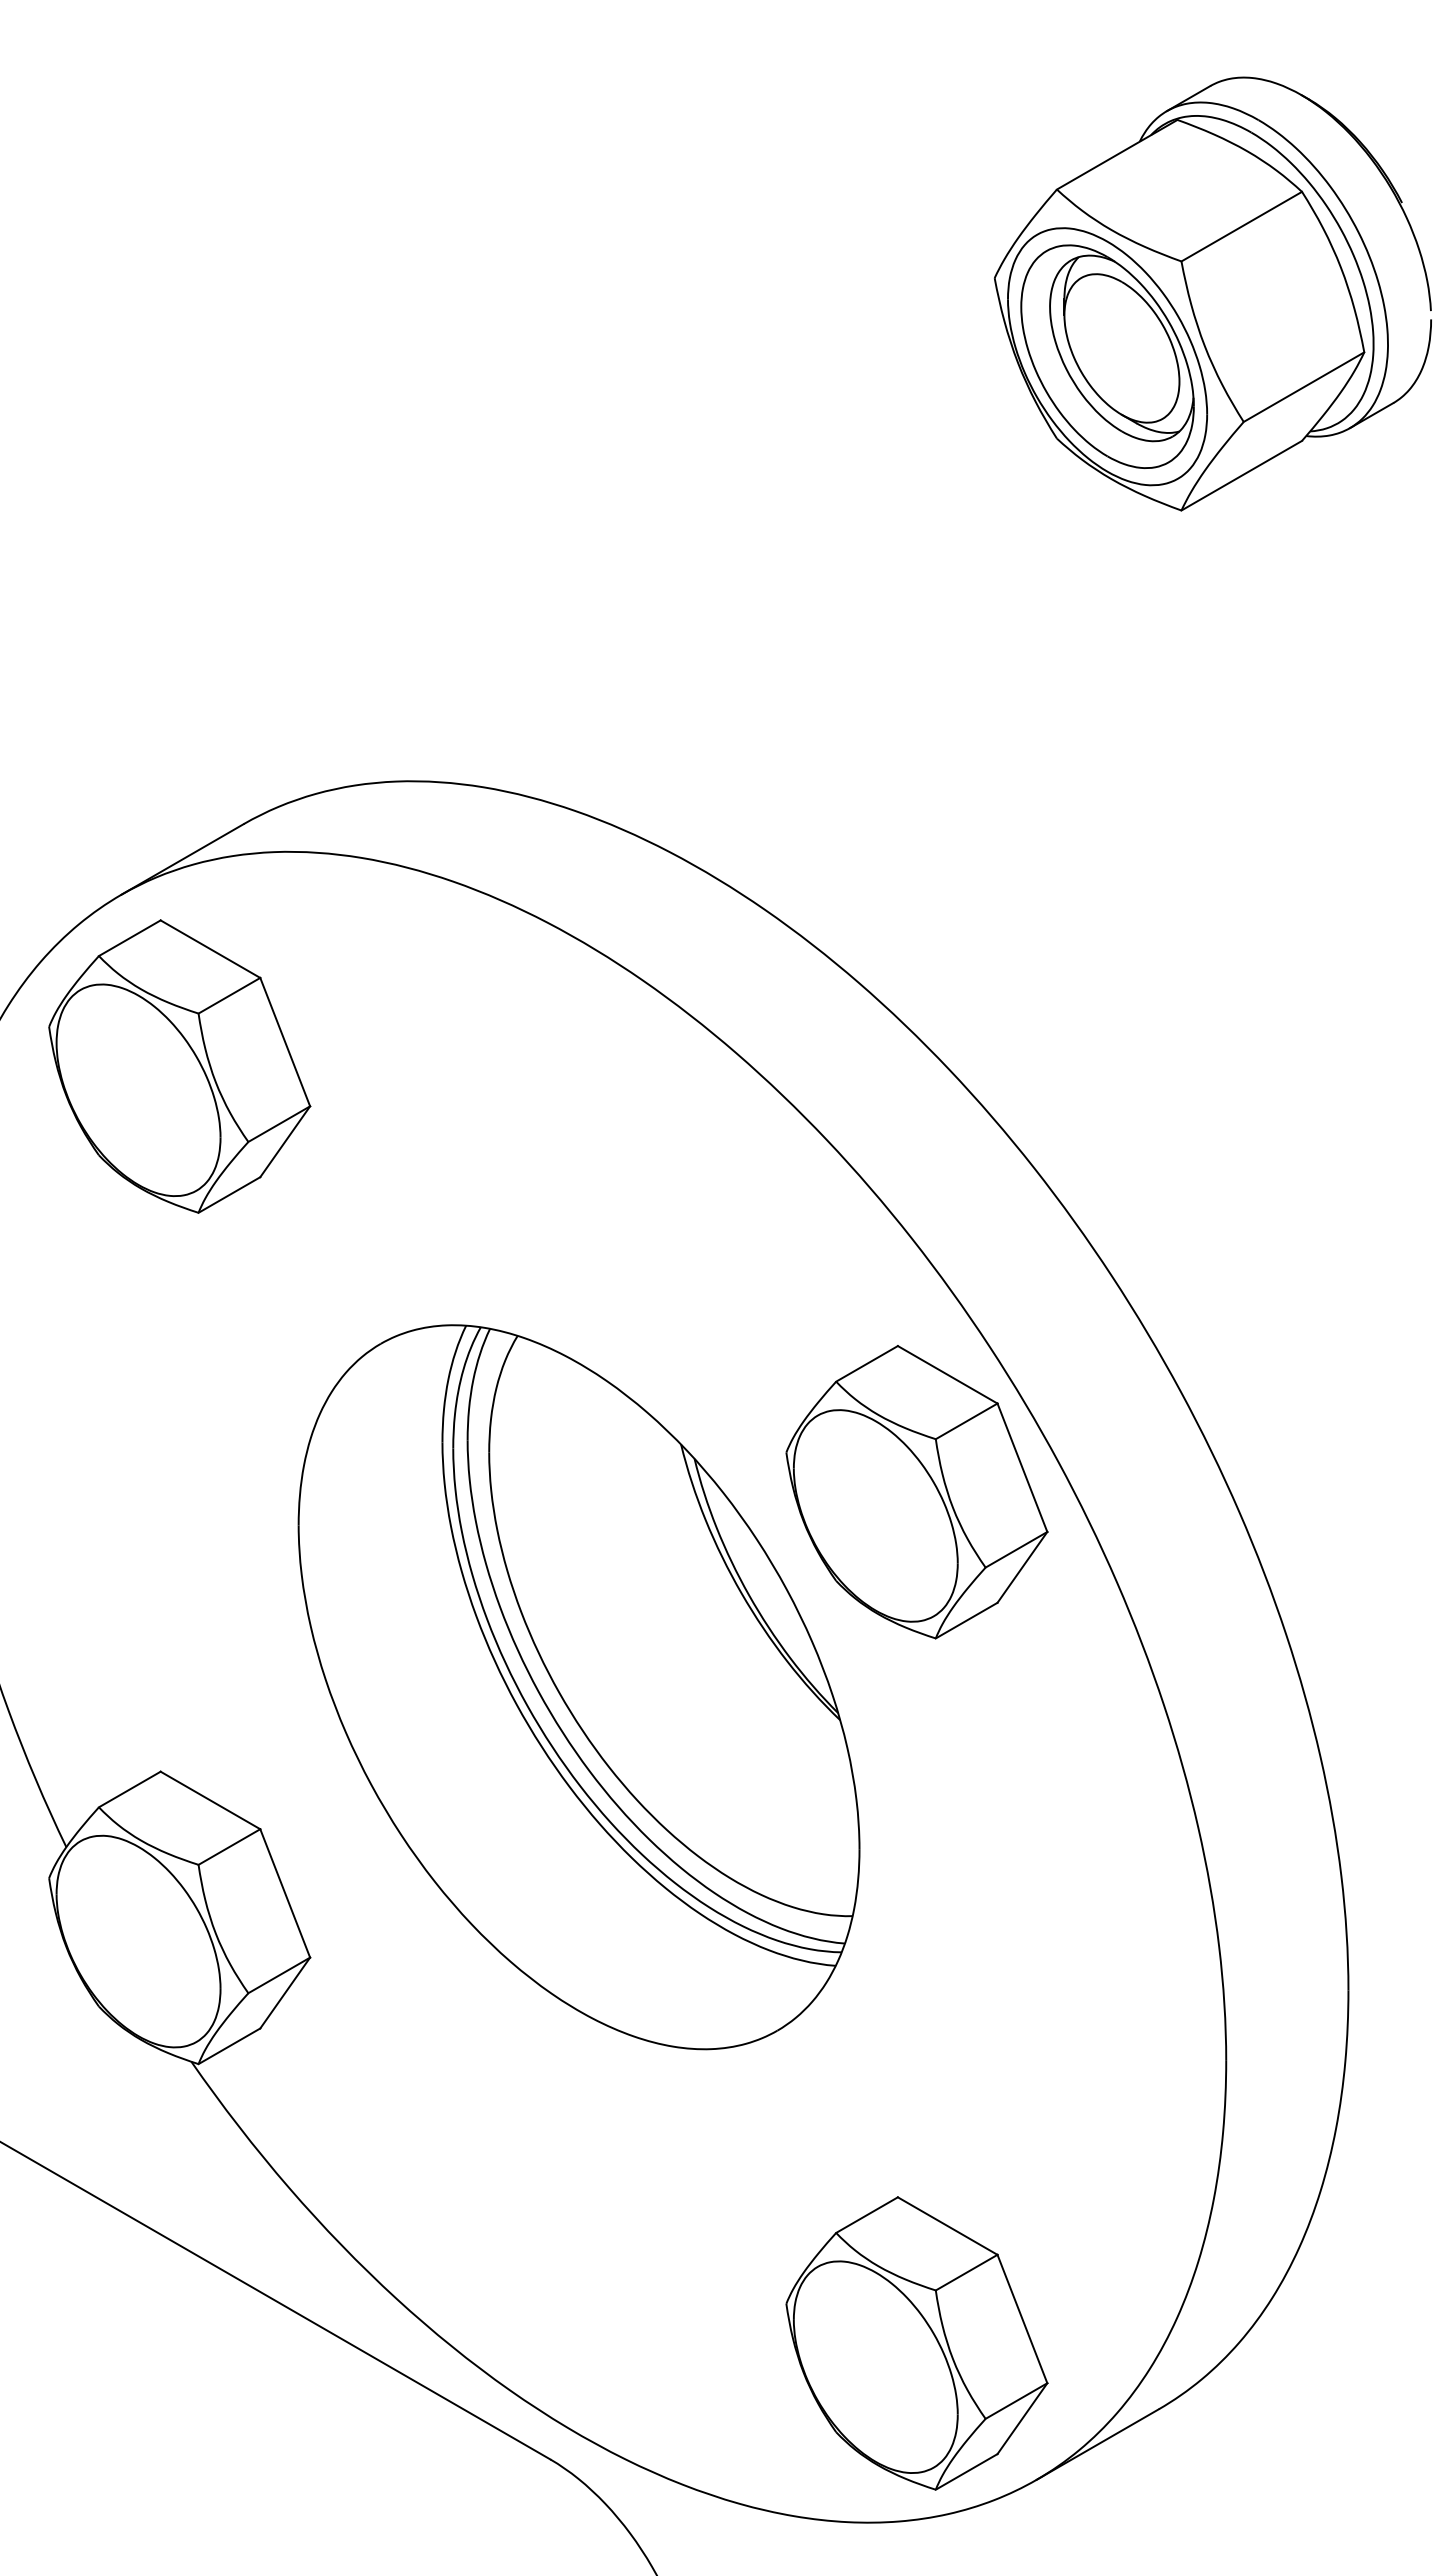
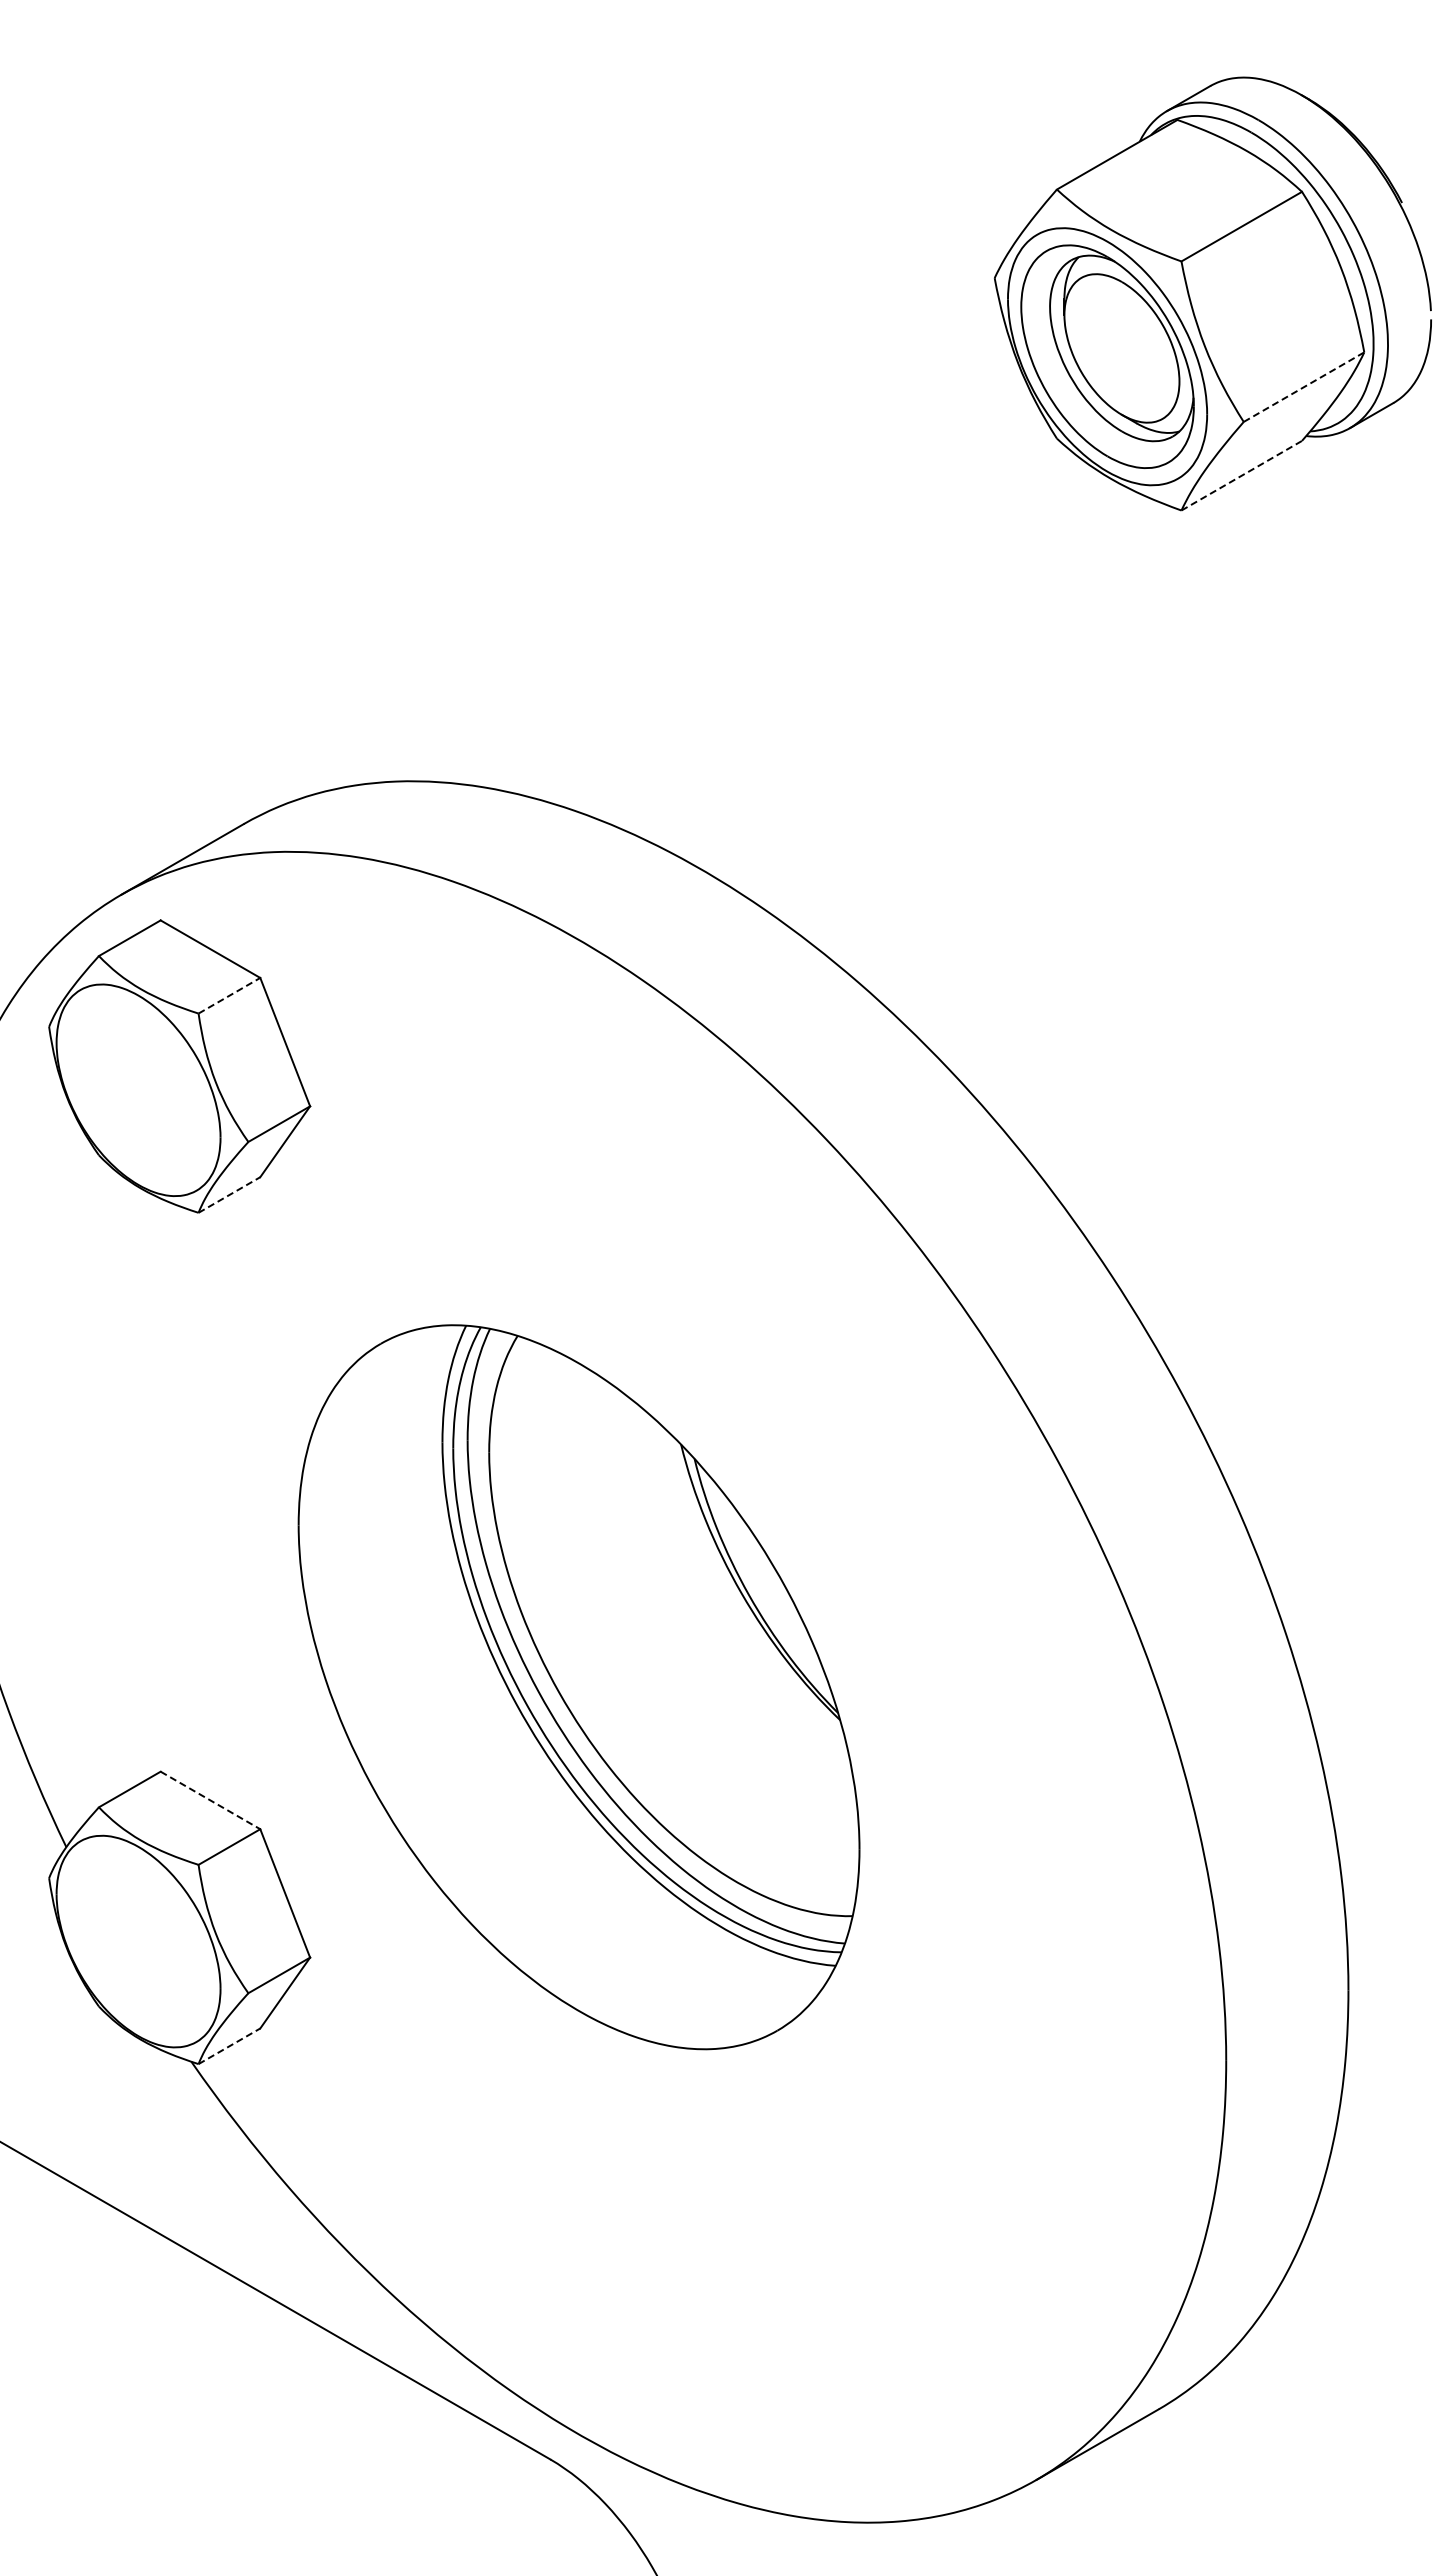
line at (1304, 387): solid -> dashed
line at (1241, 475): solid -> dashed
line at (229, 995): solid -> dashed
line at (229, 1195): solid -> dashed
part at (916, 1492): present -> none
line at (210, 1800): solid -> dashed
line at (229, 2046): solid -> dashed
part at (916, 2343): present -> none
